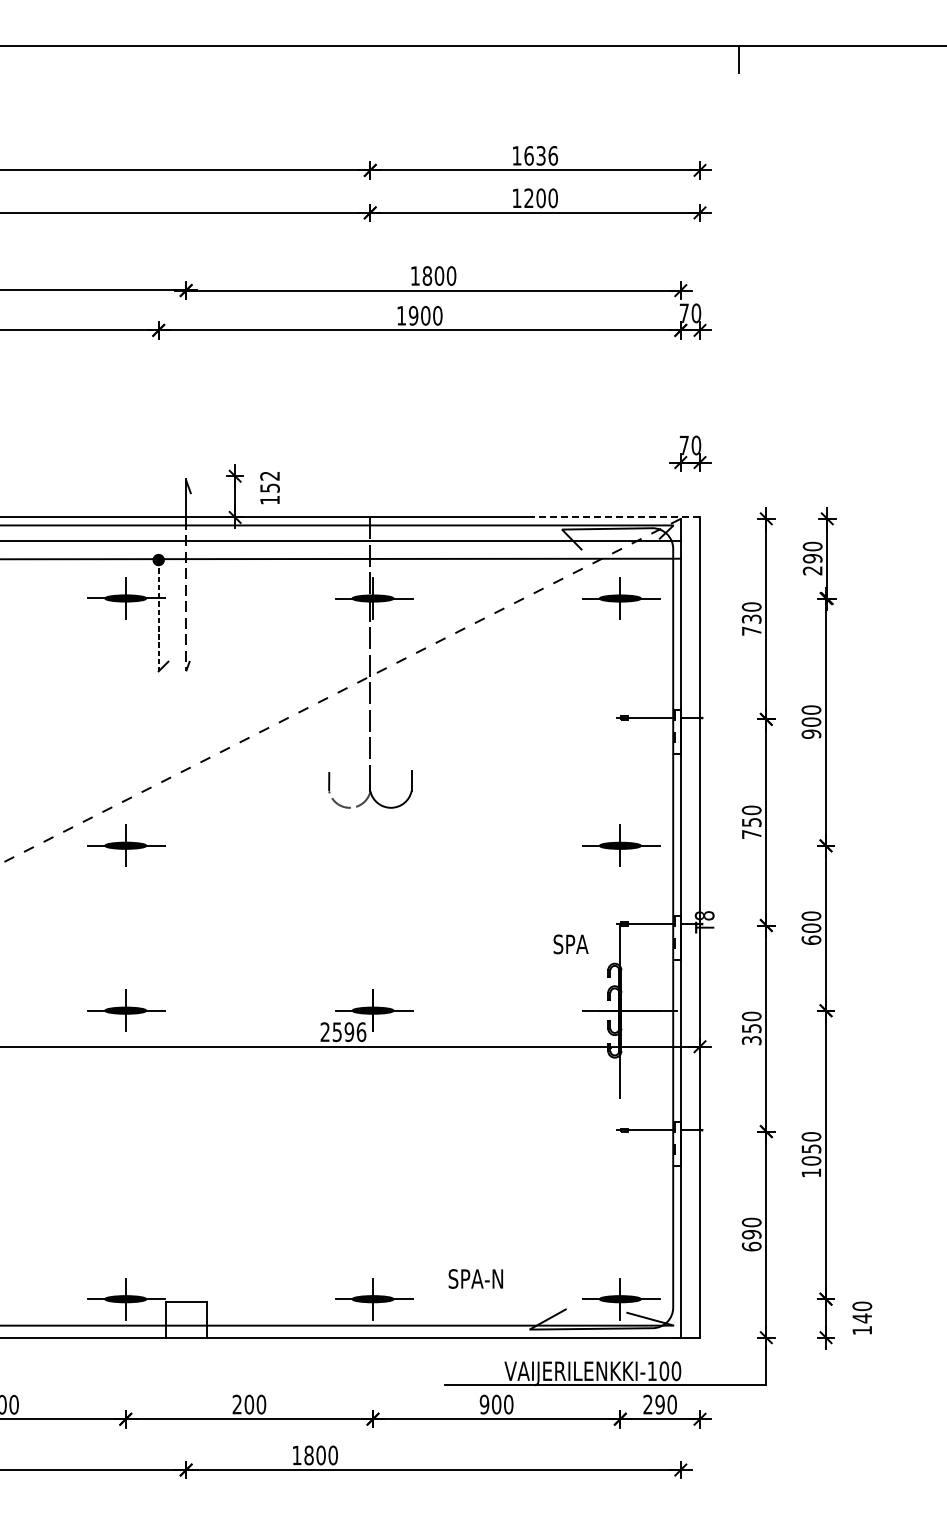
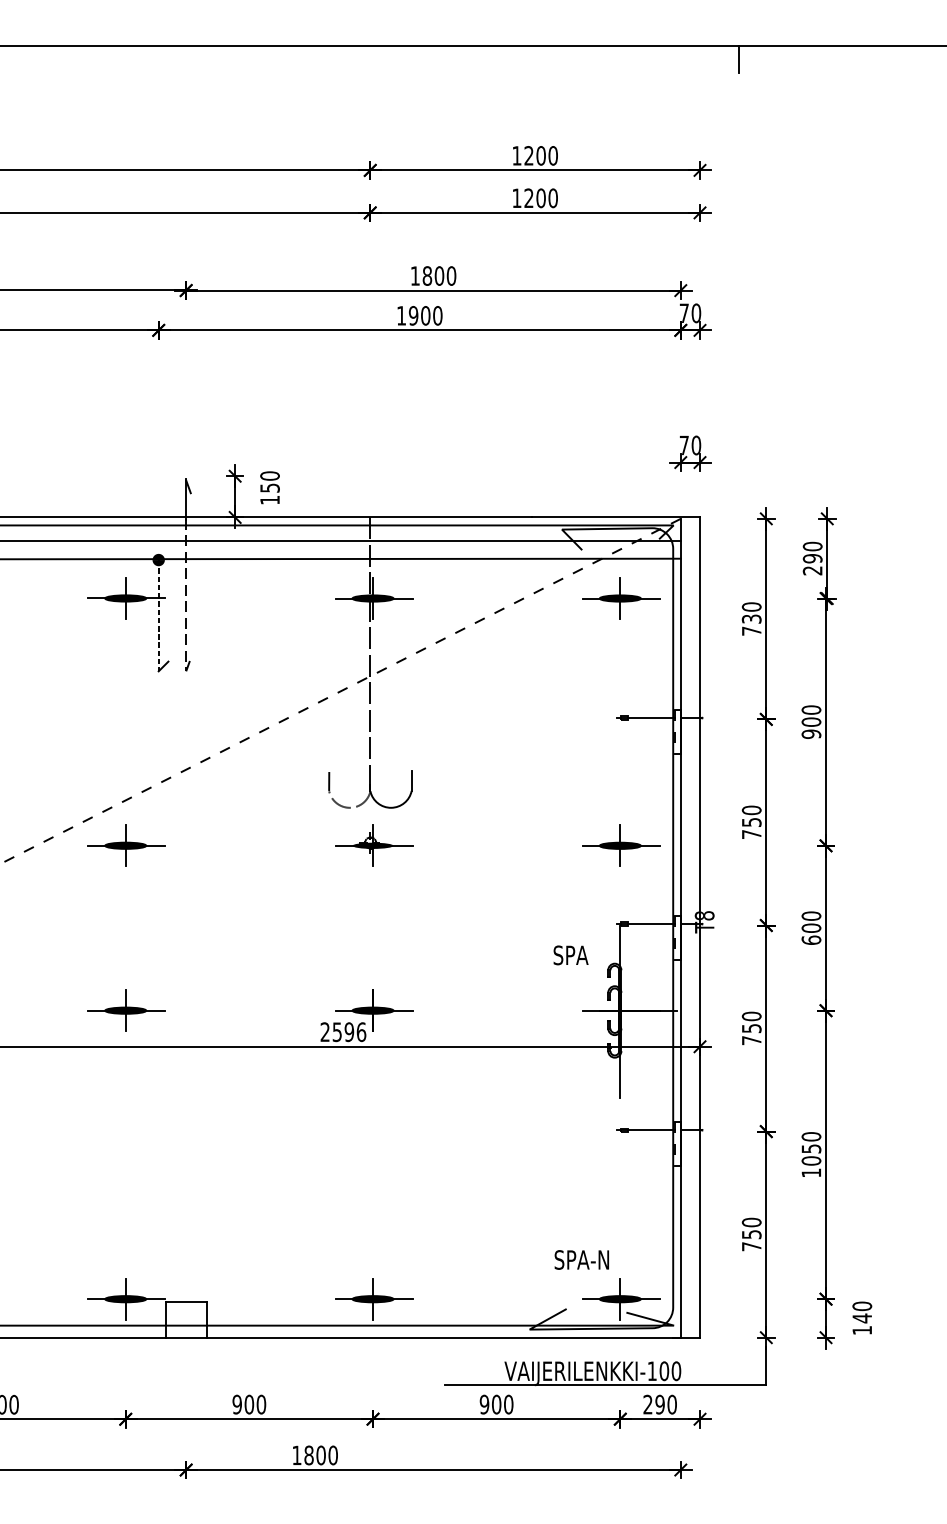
text at (541, 155): 1636 -> 1200
text at (269, 475): 152 -> 150
line at (615, 517): dashed -> solid
part at (374, 845): none -> present
text at (570, 944) position: (570, 944) -> (570, 955)
text at (751, 1040): 350 -> 750
text at (751, 1240): 690 -> 750
text at (475, 1278) position: (475, 1278) -> (581, 1259)
text at (236, 1404): 200 -> 900
